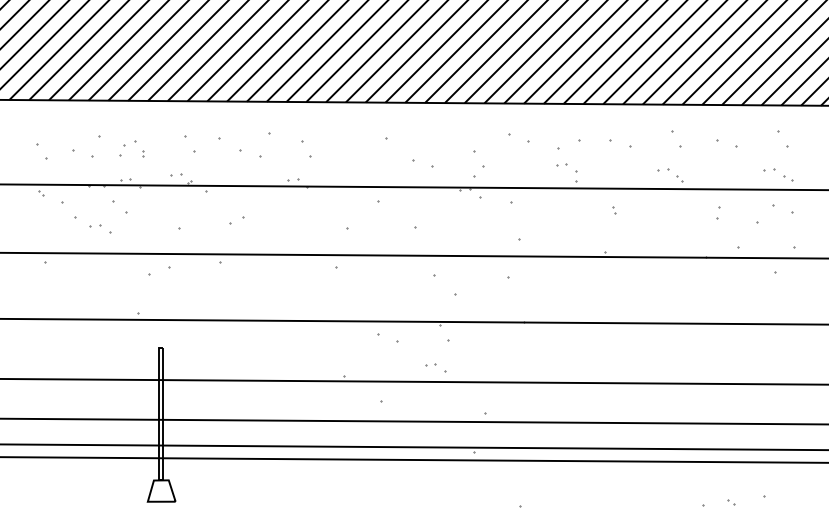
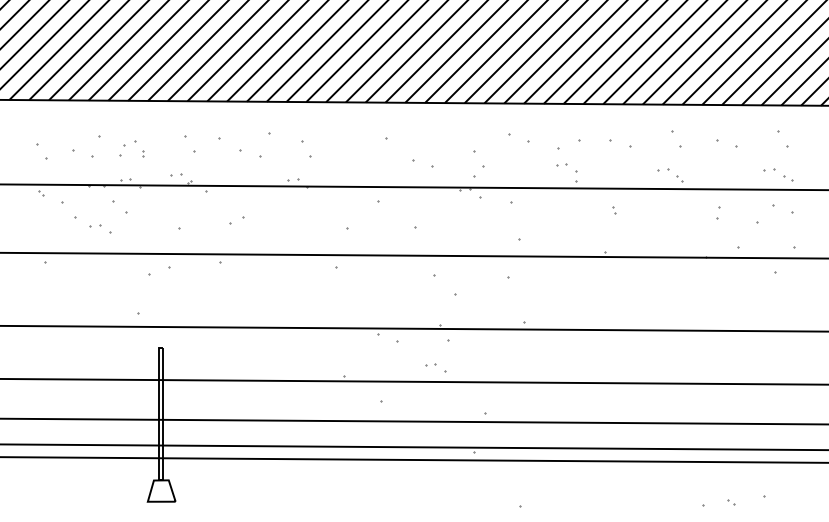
line at (413, 321) position: (413, 321) -> (413, 328)
